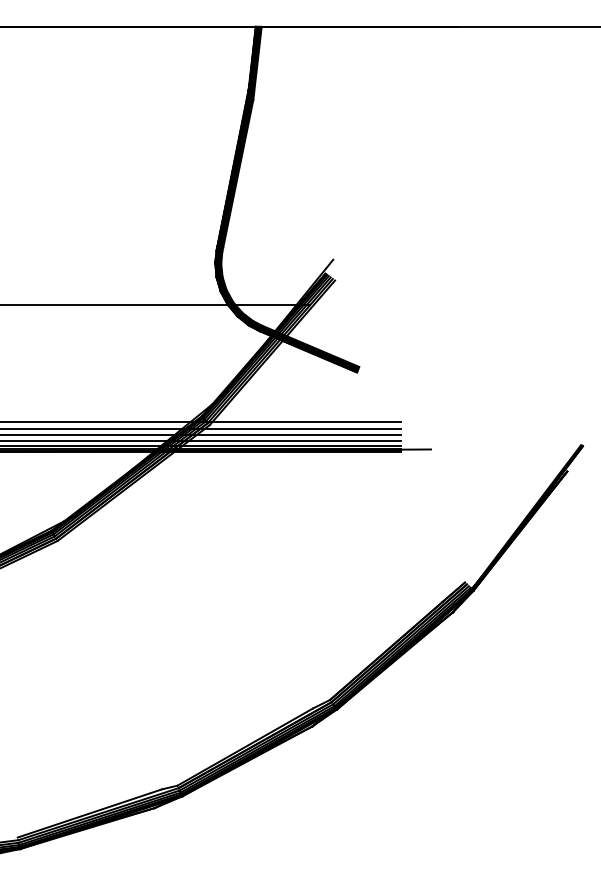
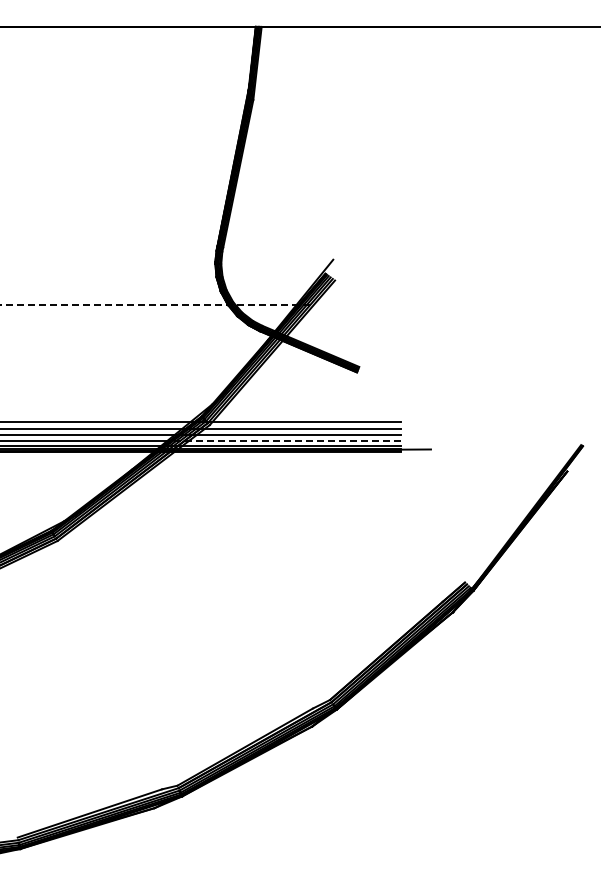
line at (154, 305): solid -> dashed
line at (283, 441): solid -> dashed
